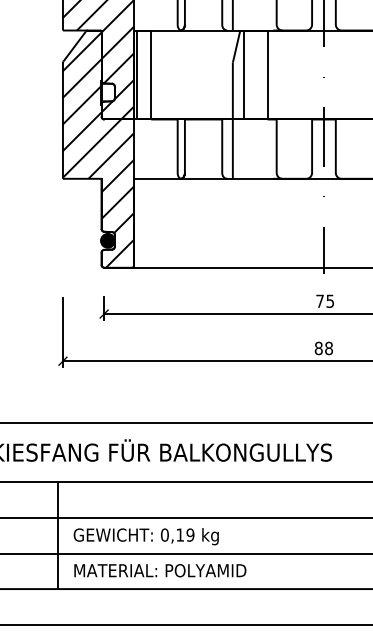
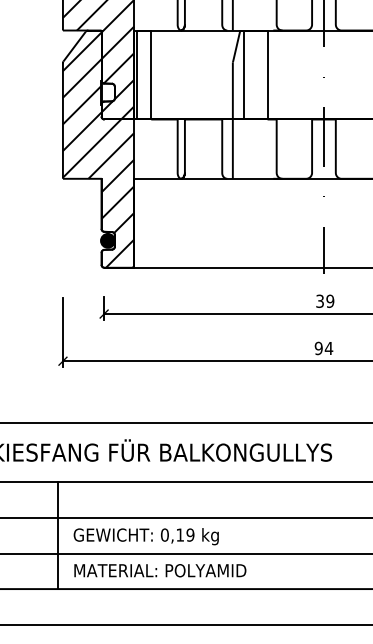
text at (325, 300): 75 -> 39
text at (323, 348): 88 -> 94
